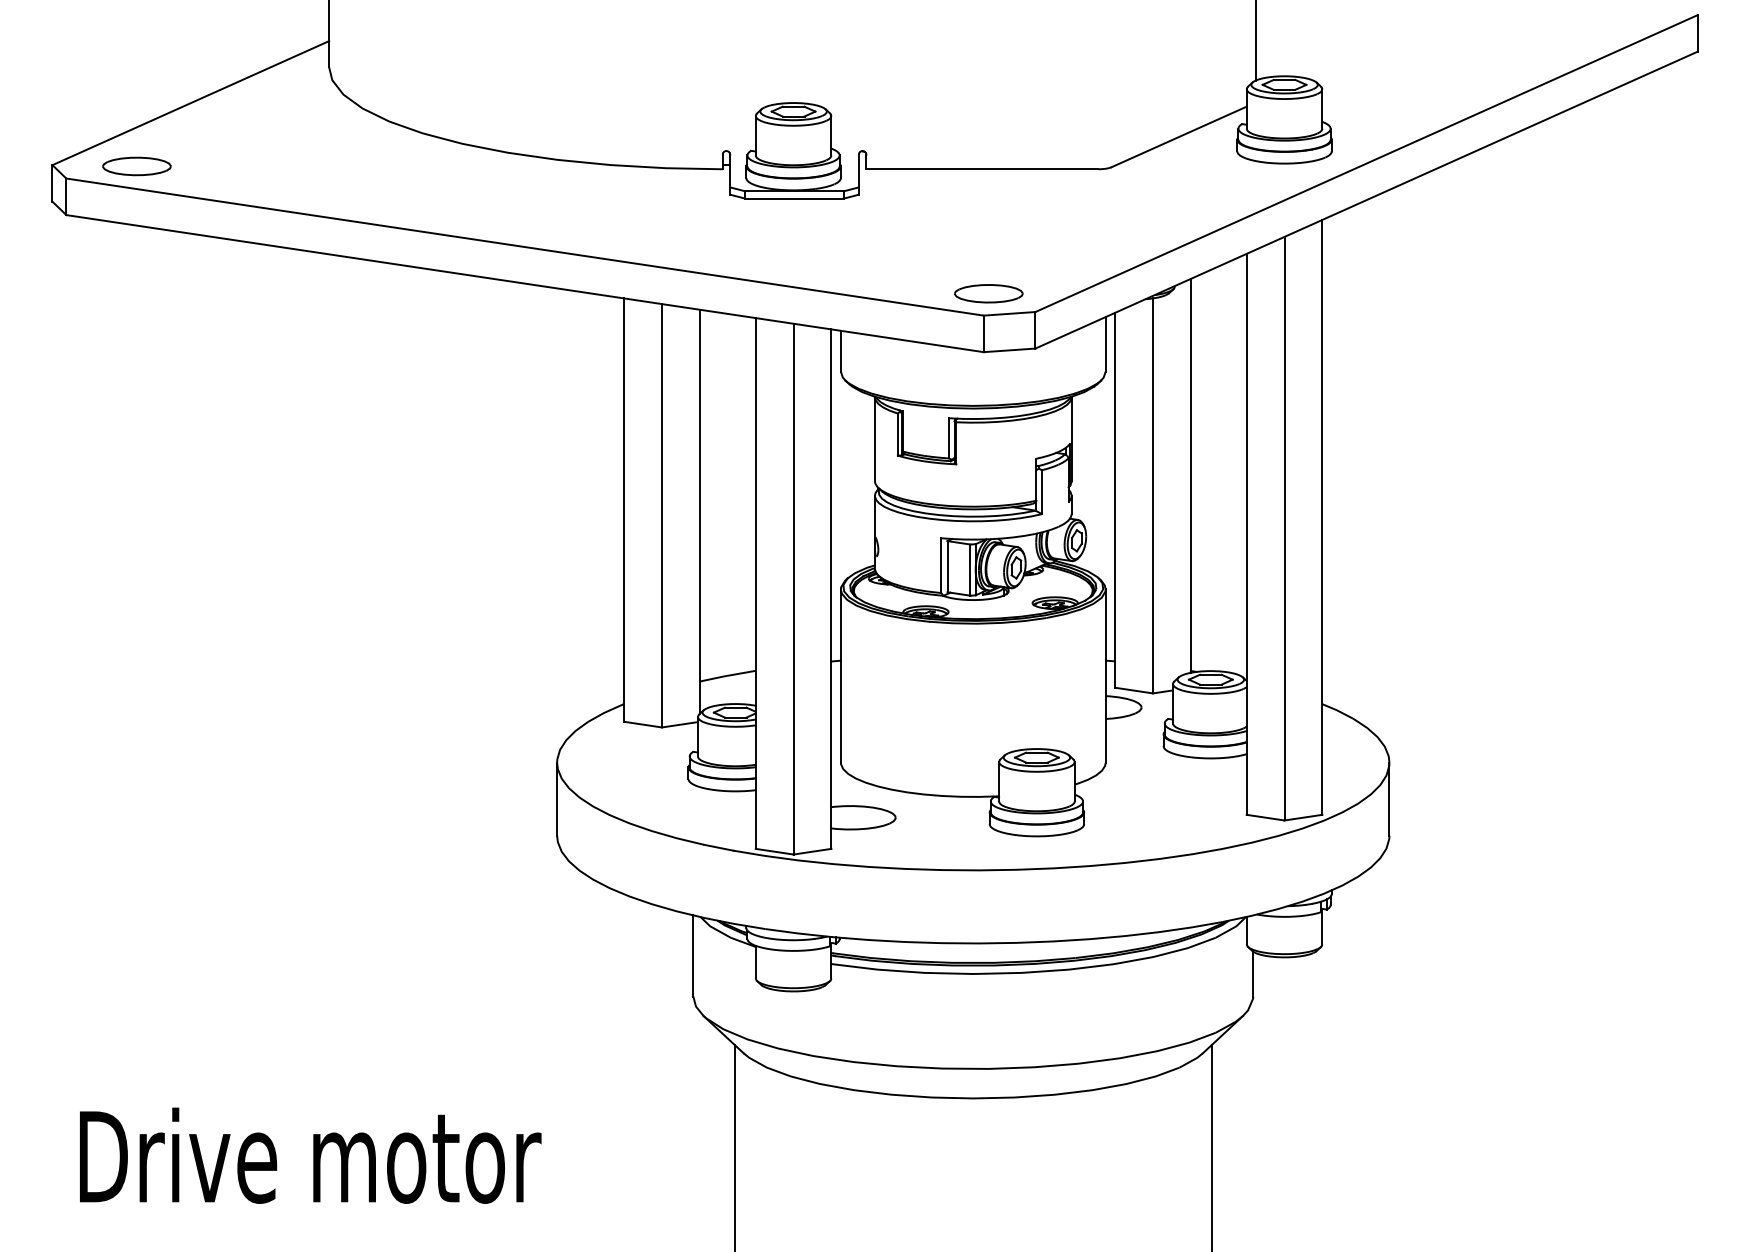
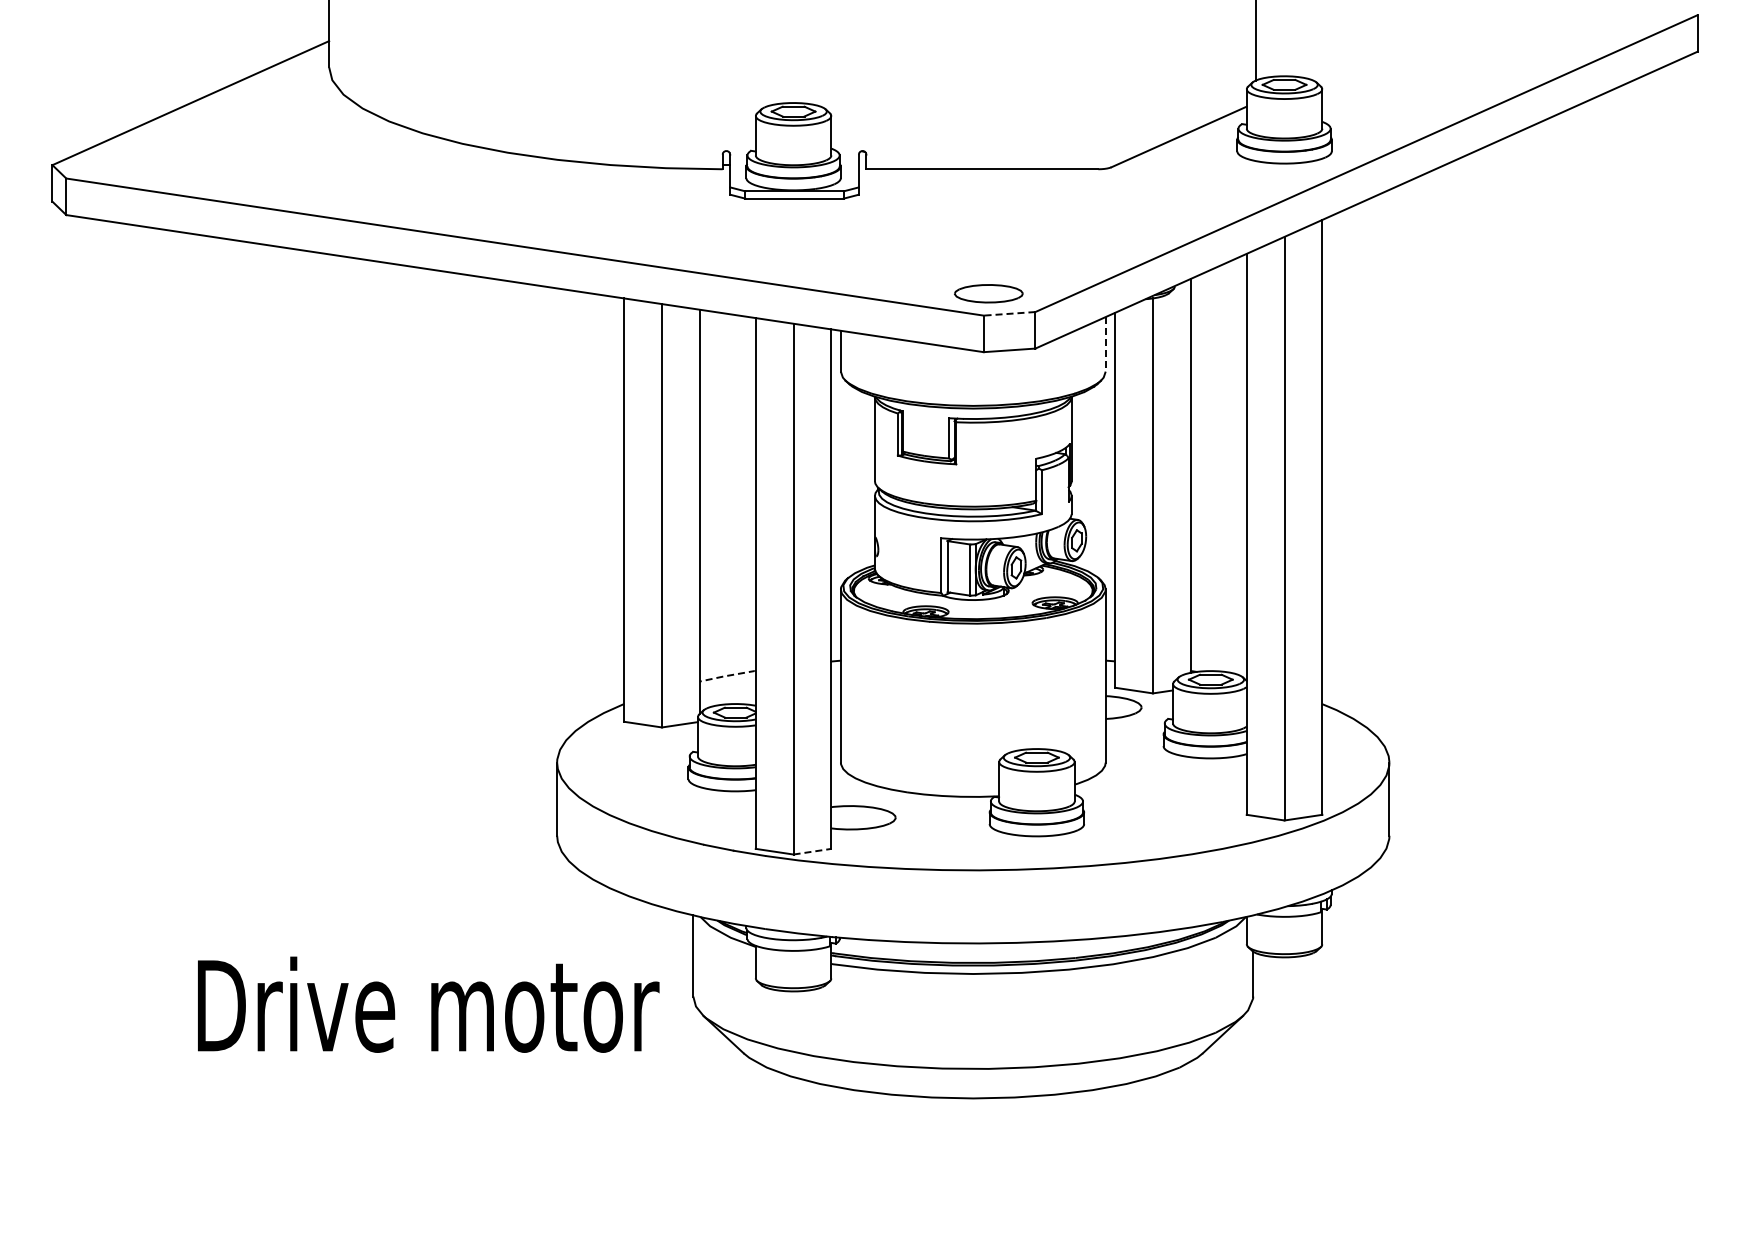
part at (136, 166): present -> none
line at (1009, 313): solid -> dashed
line at (1105, 344): solid -> dashed
line at (727, 675): solid -> dashed
line at (812, 851): solid -> dashed
line at (734, 1146): present -> none
line at (1211, 1146): present -> none
text at (310, 1155) position: (310, 1155) -> (428, 1004)
